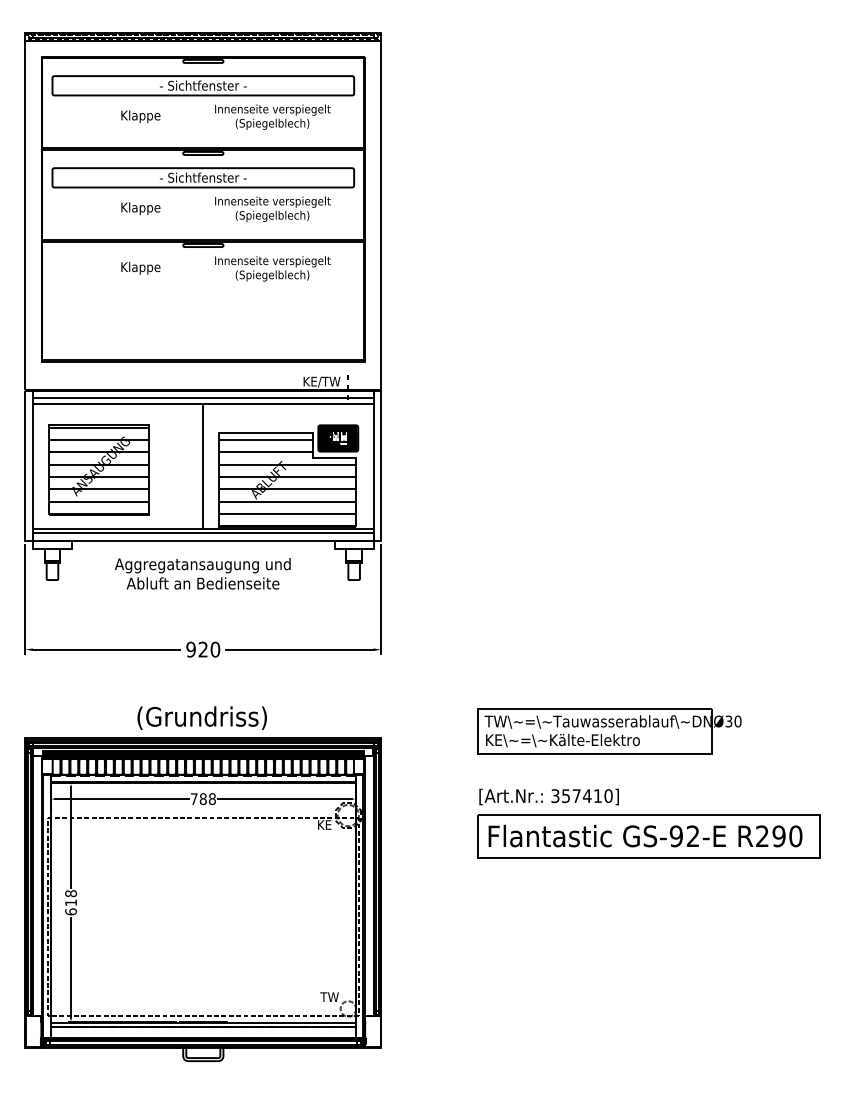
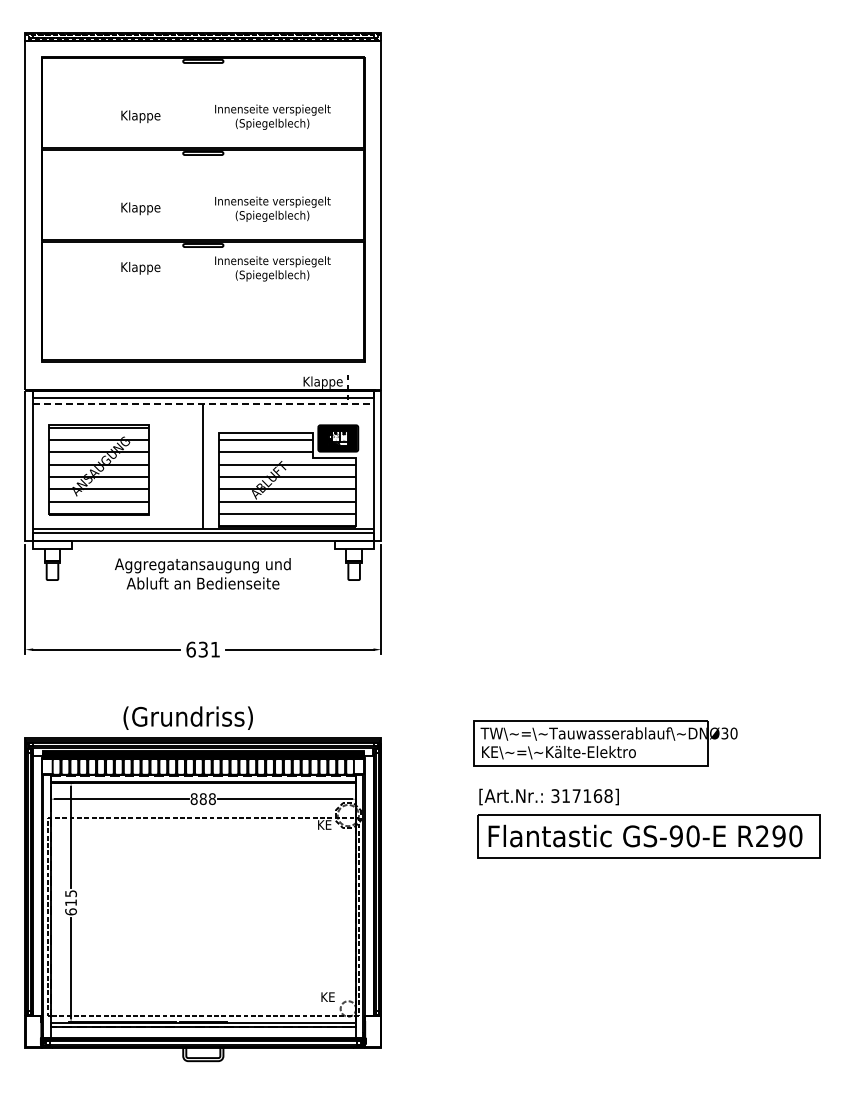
part at (203, 85): present -> none
part at (203, 177): present -> none
text at (326, 382): KE/TW -> Klappe
line at (203, 404): solid -> dashed
text at (203, 649): 920 -> 631
text at (201, 717) position: (201, 717) -> (187, 717)
part at (609, 731) position: (609, 731) -> (605, 743)
text at (587, 796): 357410] -> 317168]
text at (193, 799): 788 -> 888
text at (692, 836): GS-92-E -> GS-90-E
text at (70, 893): 618 -> 615
text at (329, 996): TW -> KE
